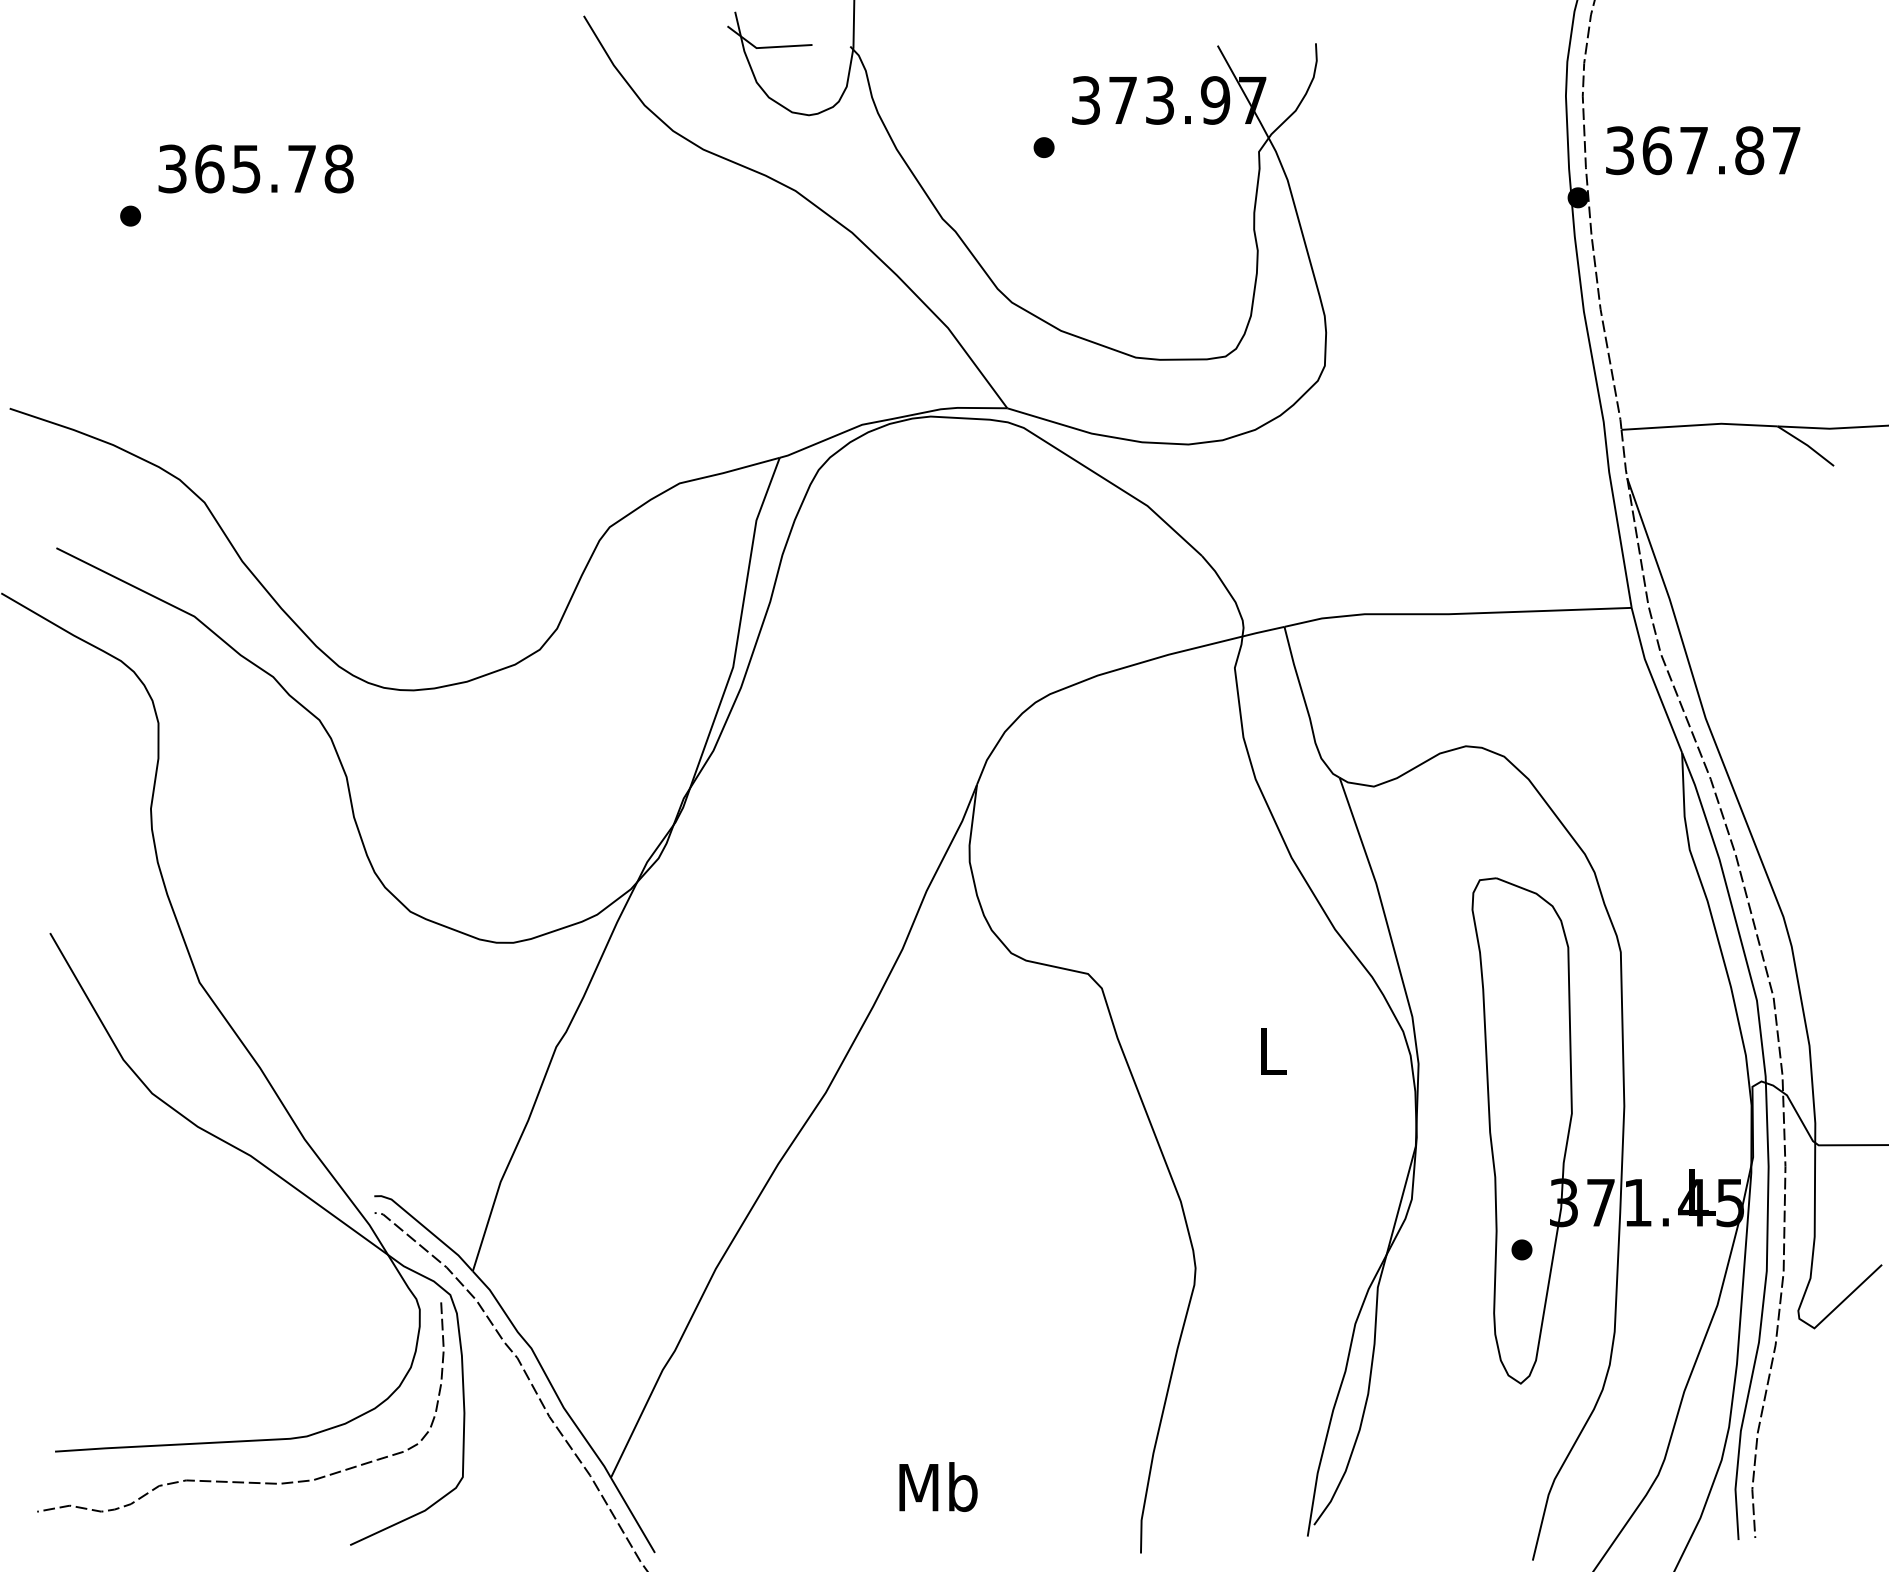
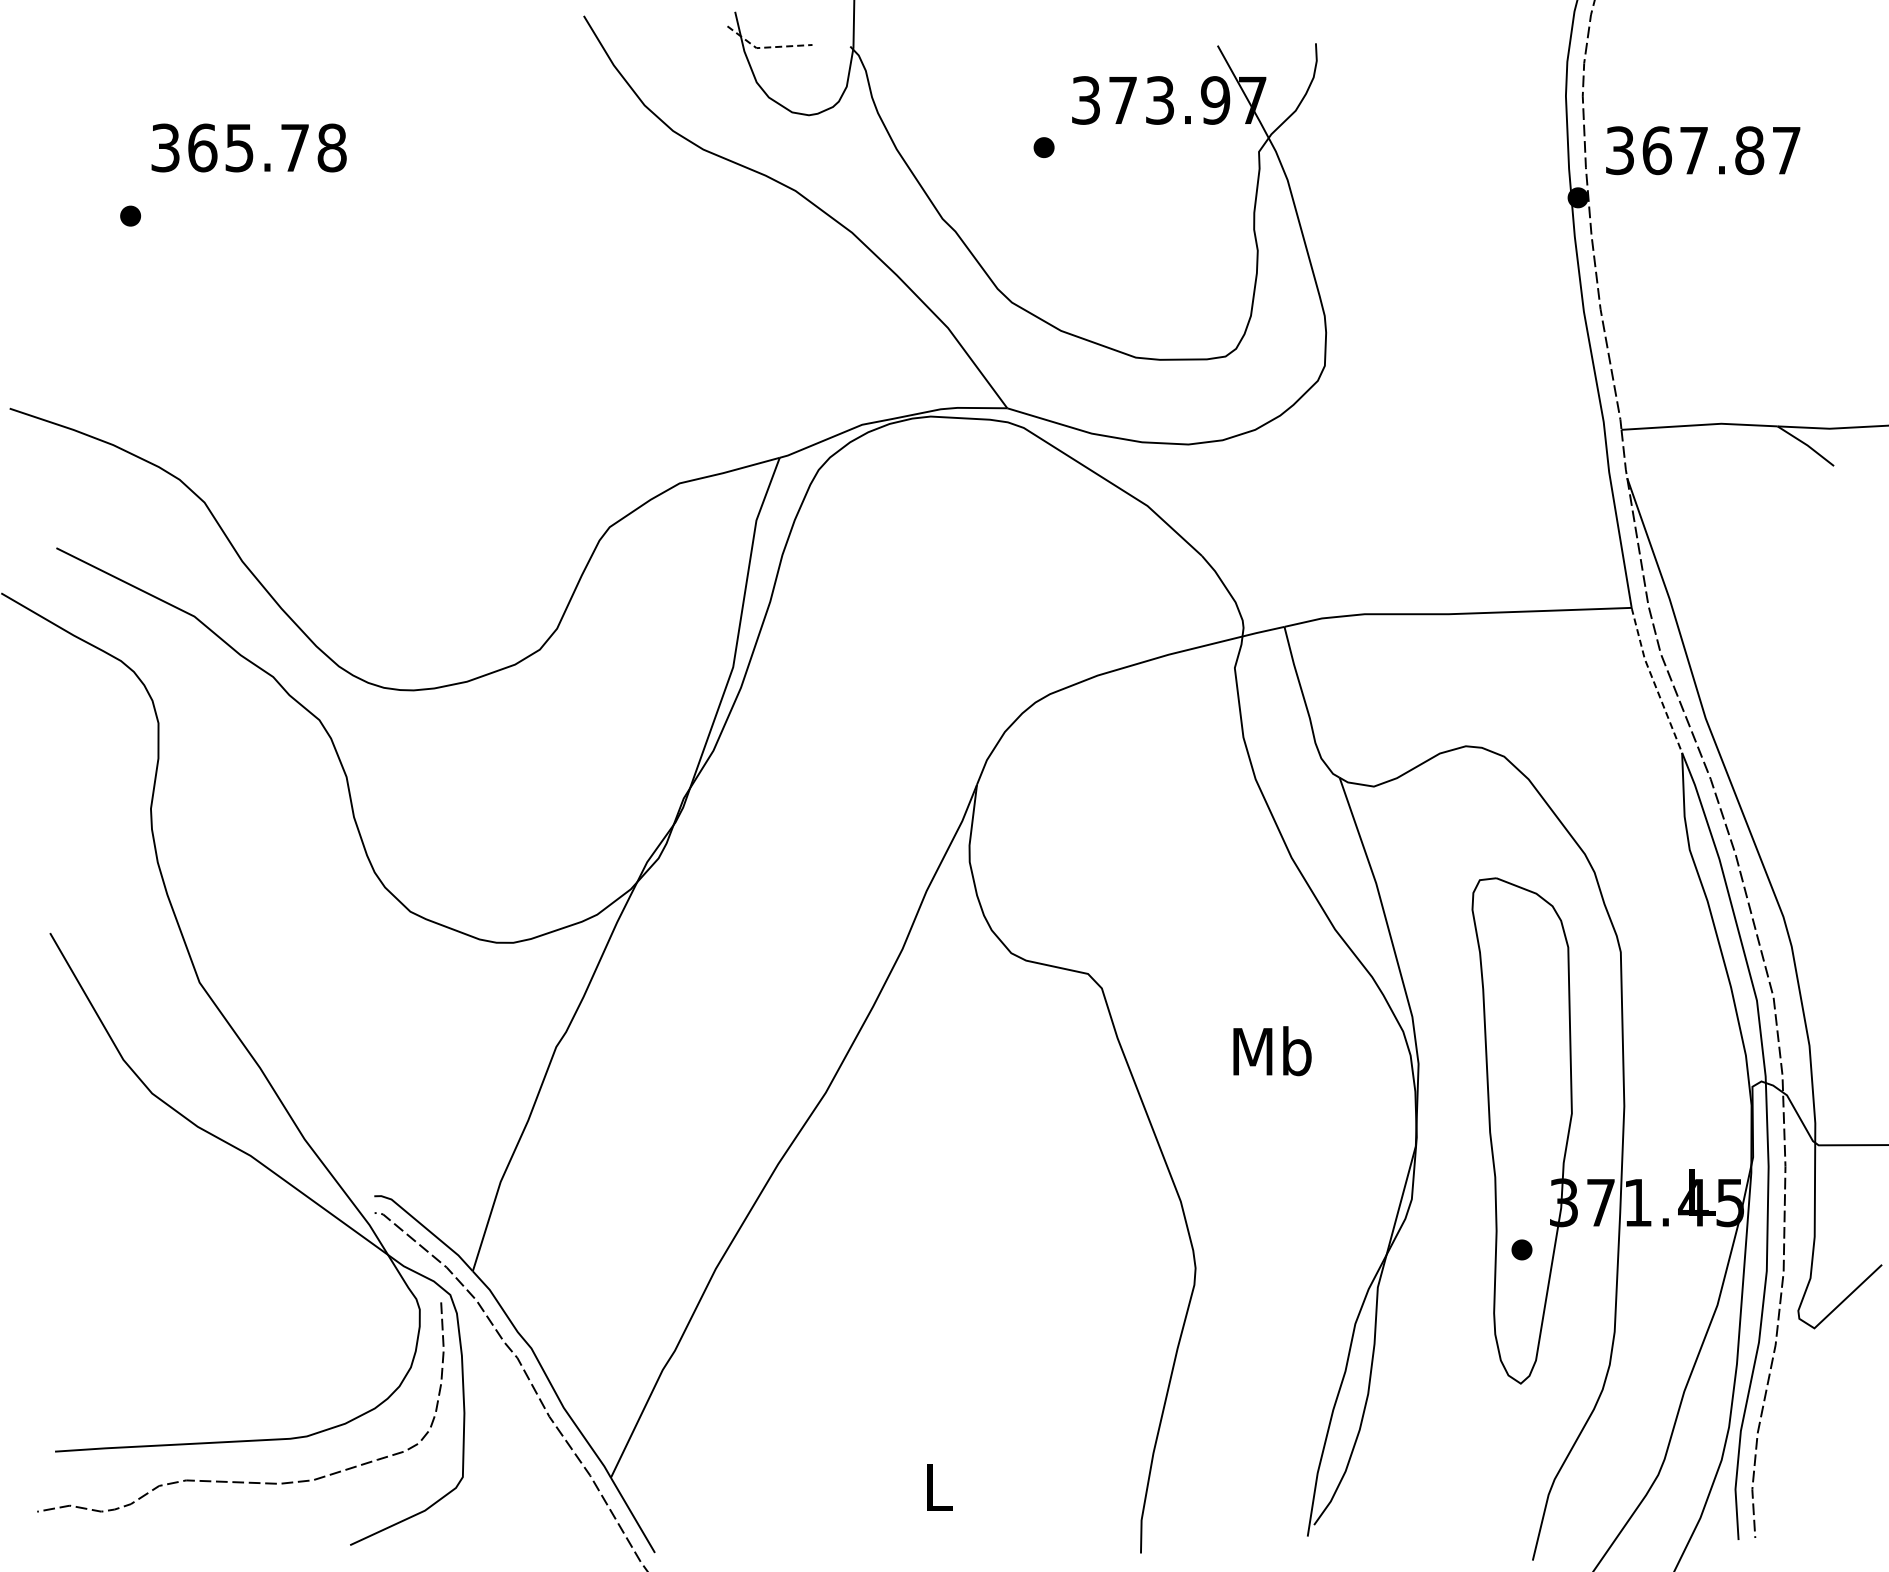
line at (766, 47): solid -> dashed
text at (255, 168) position: (255, 168) -> (248, 147)
line at (1653, 680): solid -> dashed
text at (1272, 1051): L -> Mb
text at (938, 1487): Mb -> L
